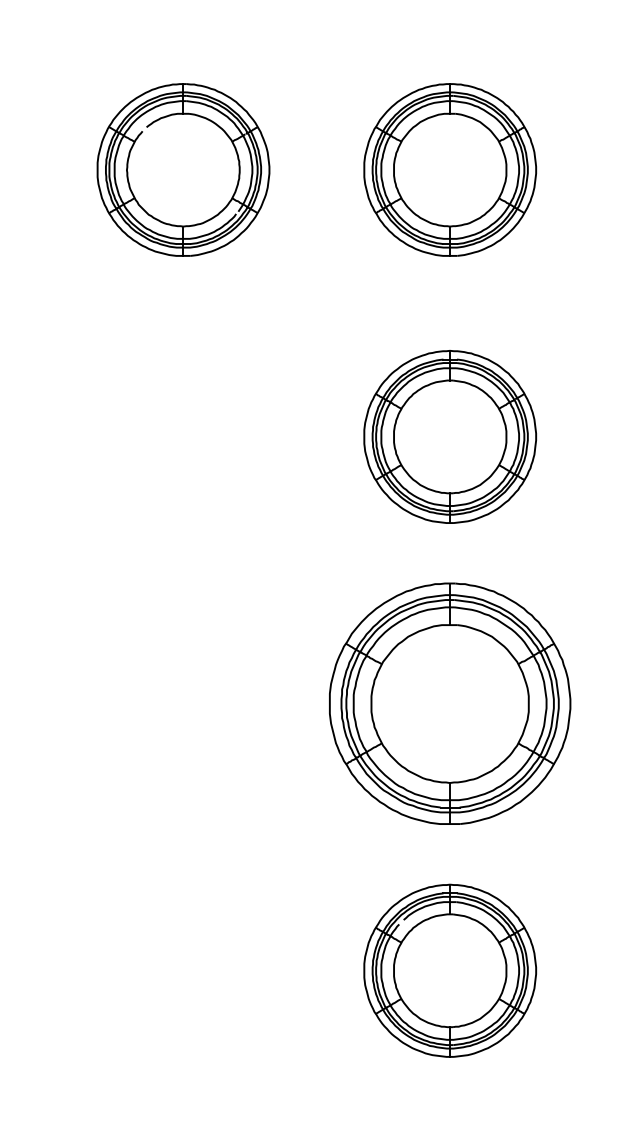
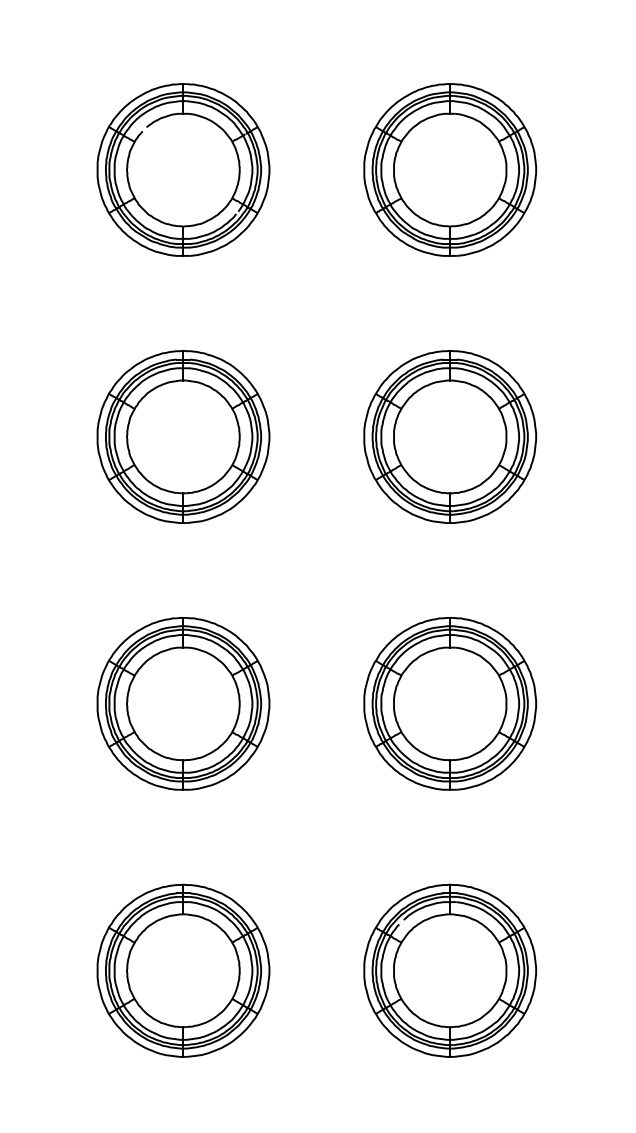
part at (183, 436): none -> present
part at (183, 703): none -> present
part at (450, 703) size: 243x243 px -> 175x174 px
part at (183, 970): none -> present
